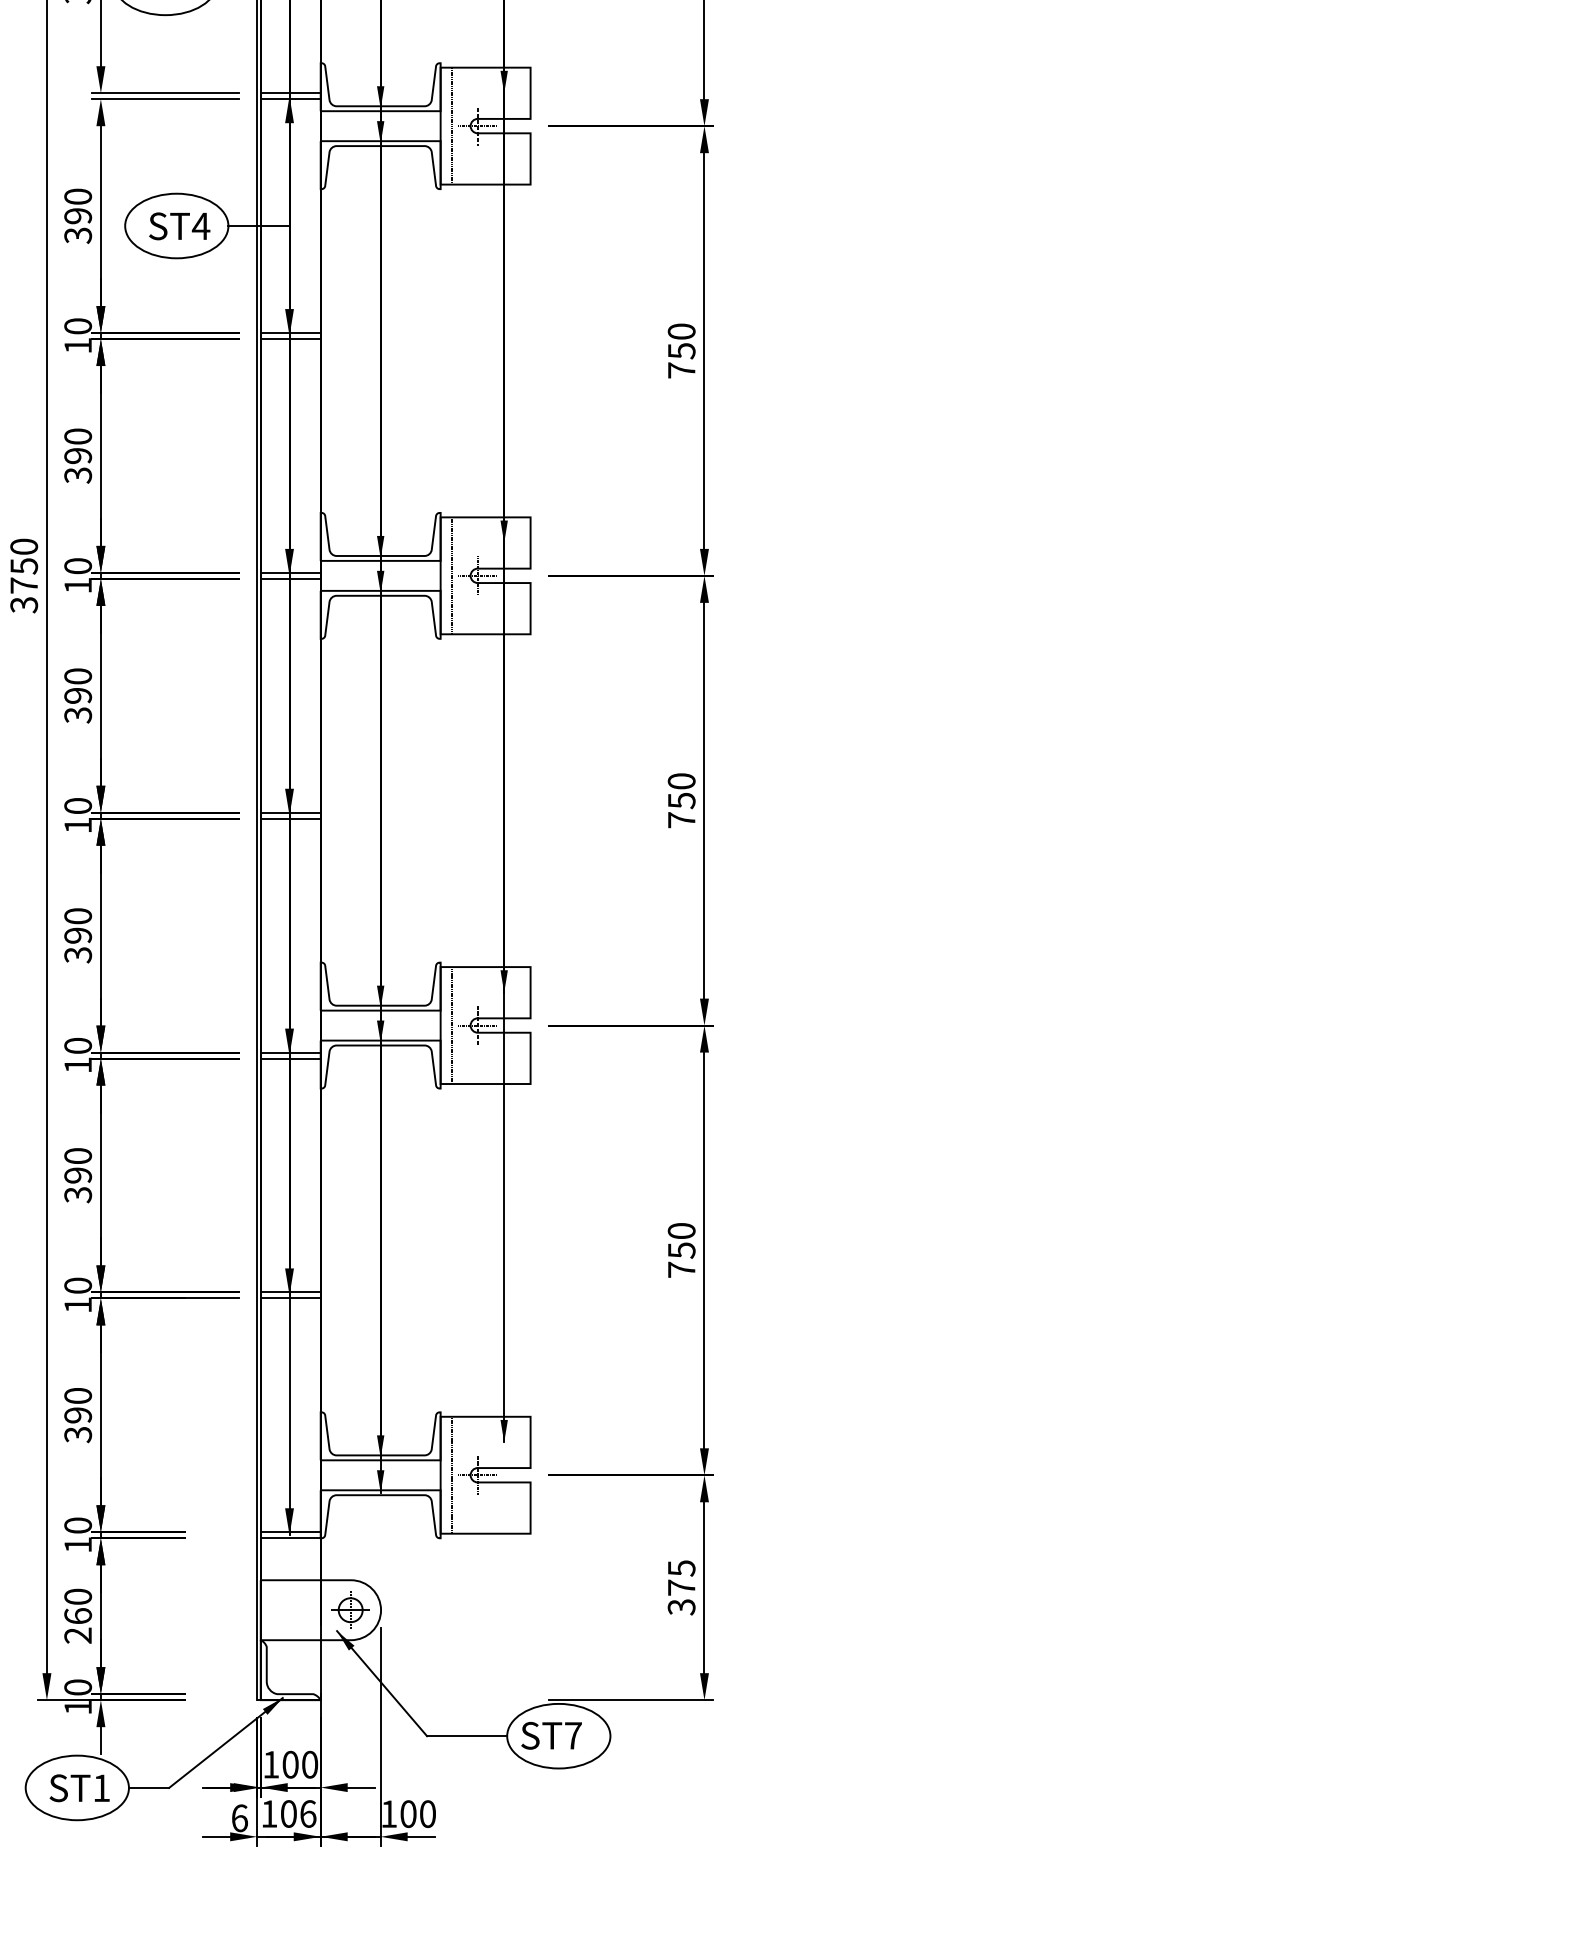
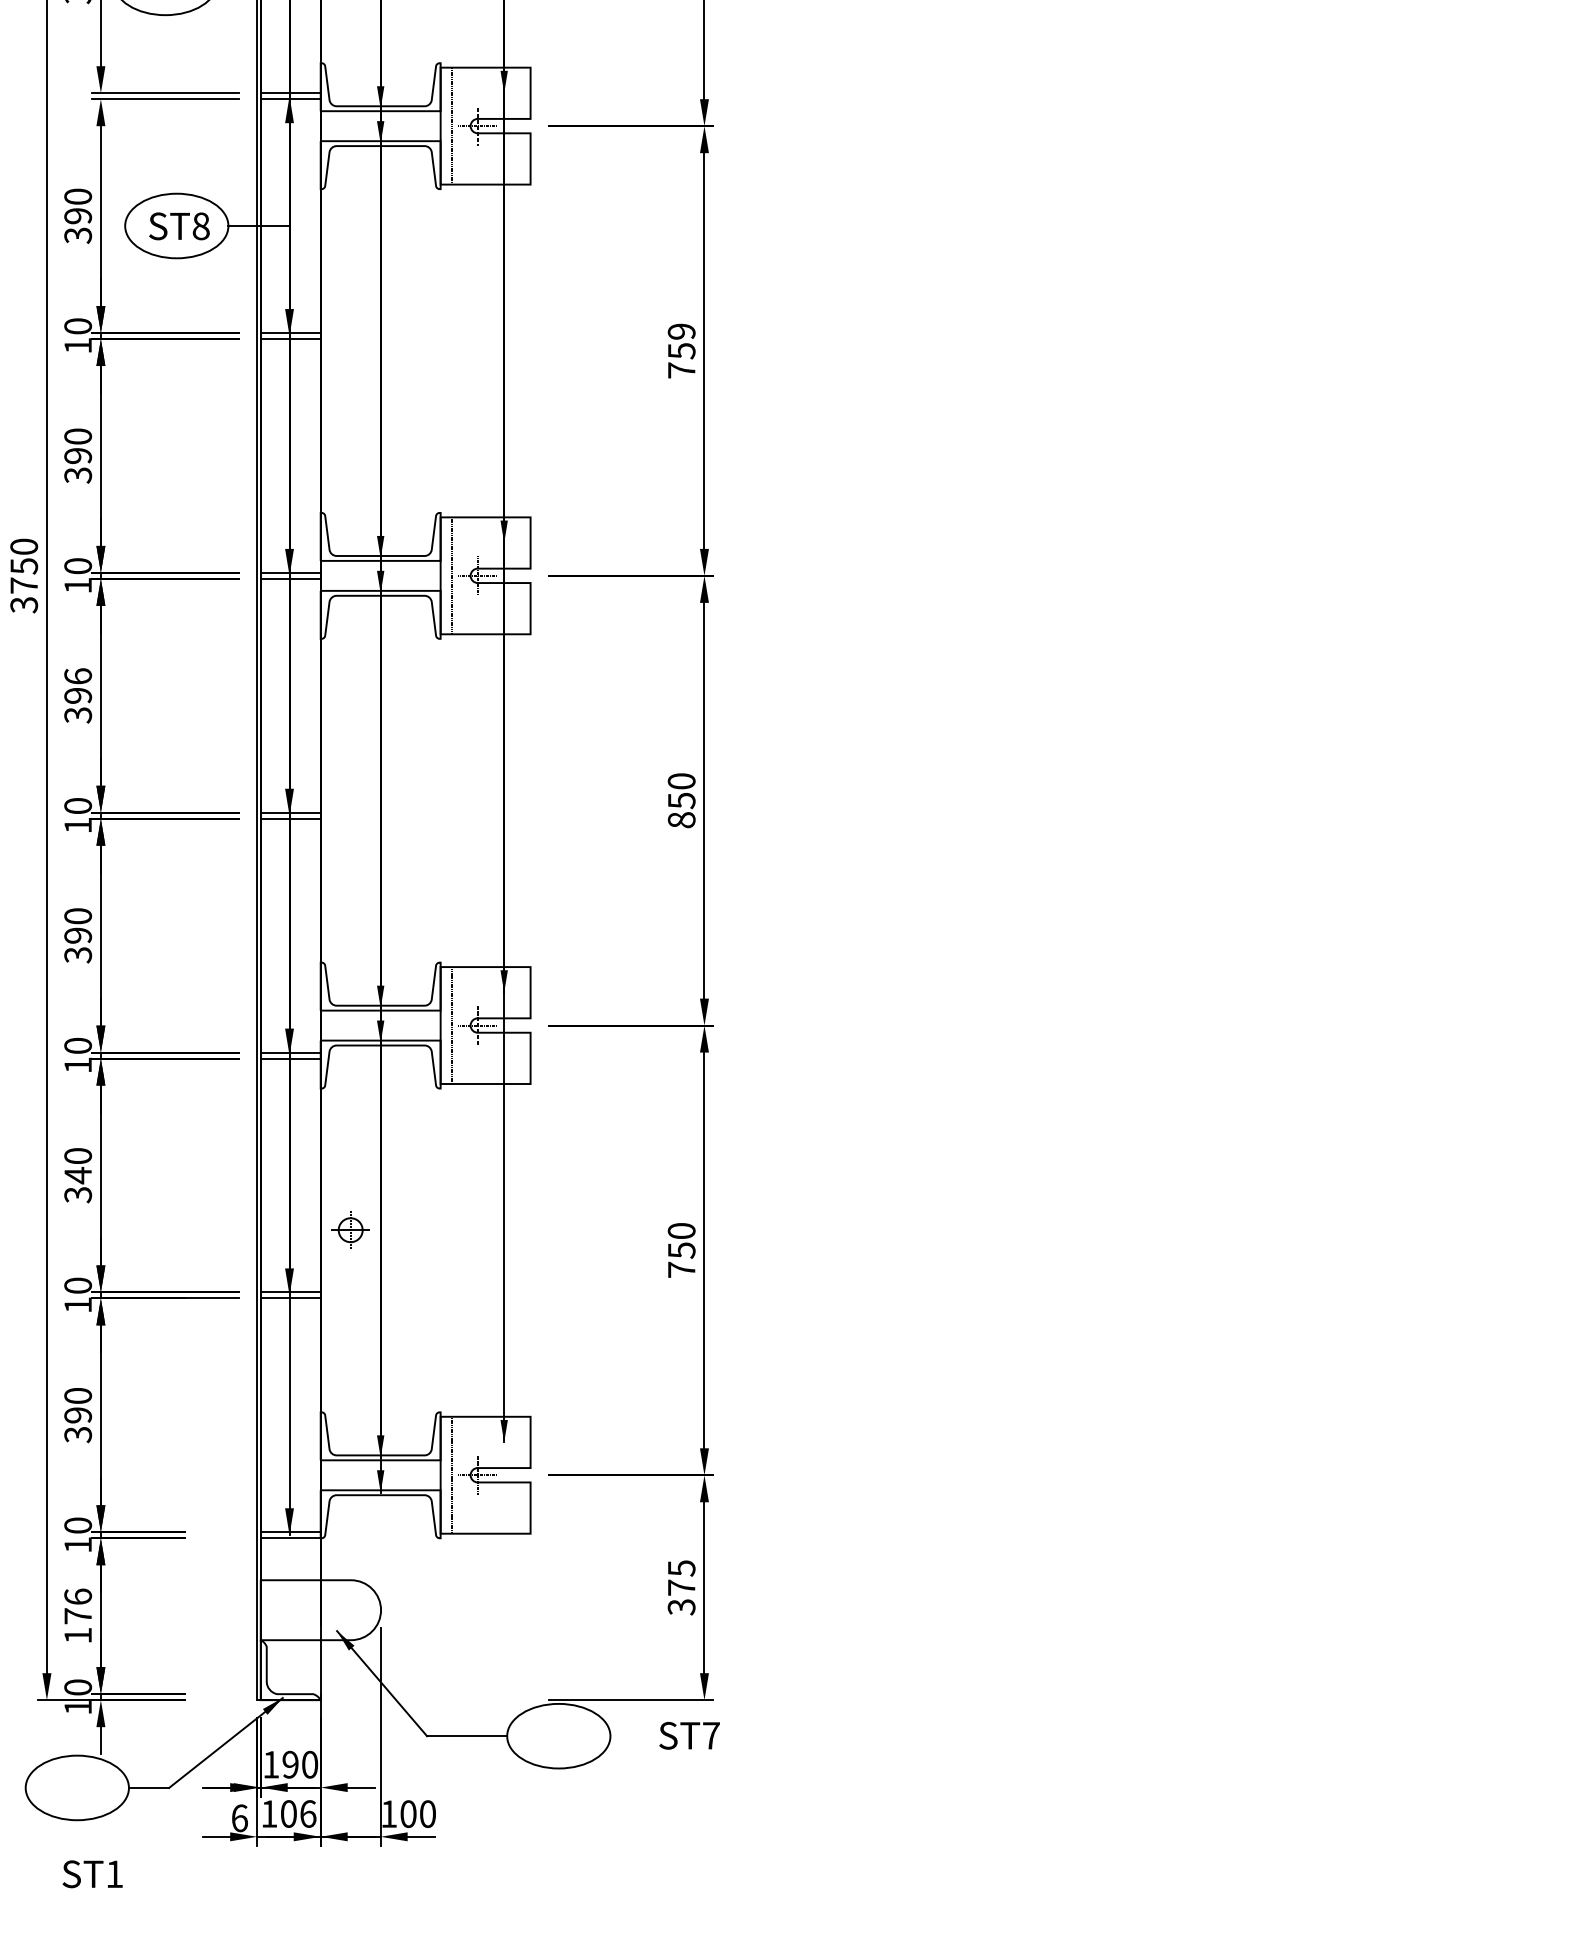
text at (200, 226): ST4 -> ST8
text at (681, 331): 750 -> 759
text at (77, 676): 390 -> 396
text at (681, 820): 750 -> 850
text at (78, 1175): 390 -> 340
part at (350, 1609) position: (350, 1609) -> (350, 1229)
text at (78, 1615): 260 -> 176
text at (551, 1735) position: (551, 1735) -> (689, 1735)
text at (290, 1764): 100 -> 190
text at (79, 1788) position: (79, 1788) -> (92, 1874)
